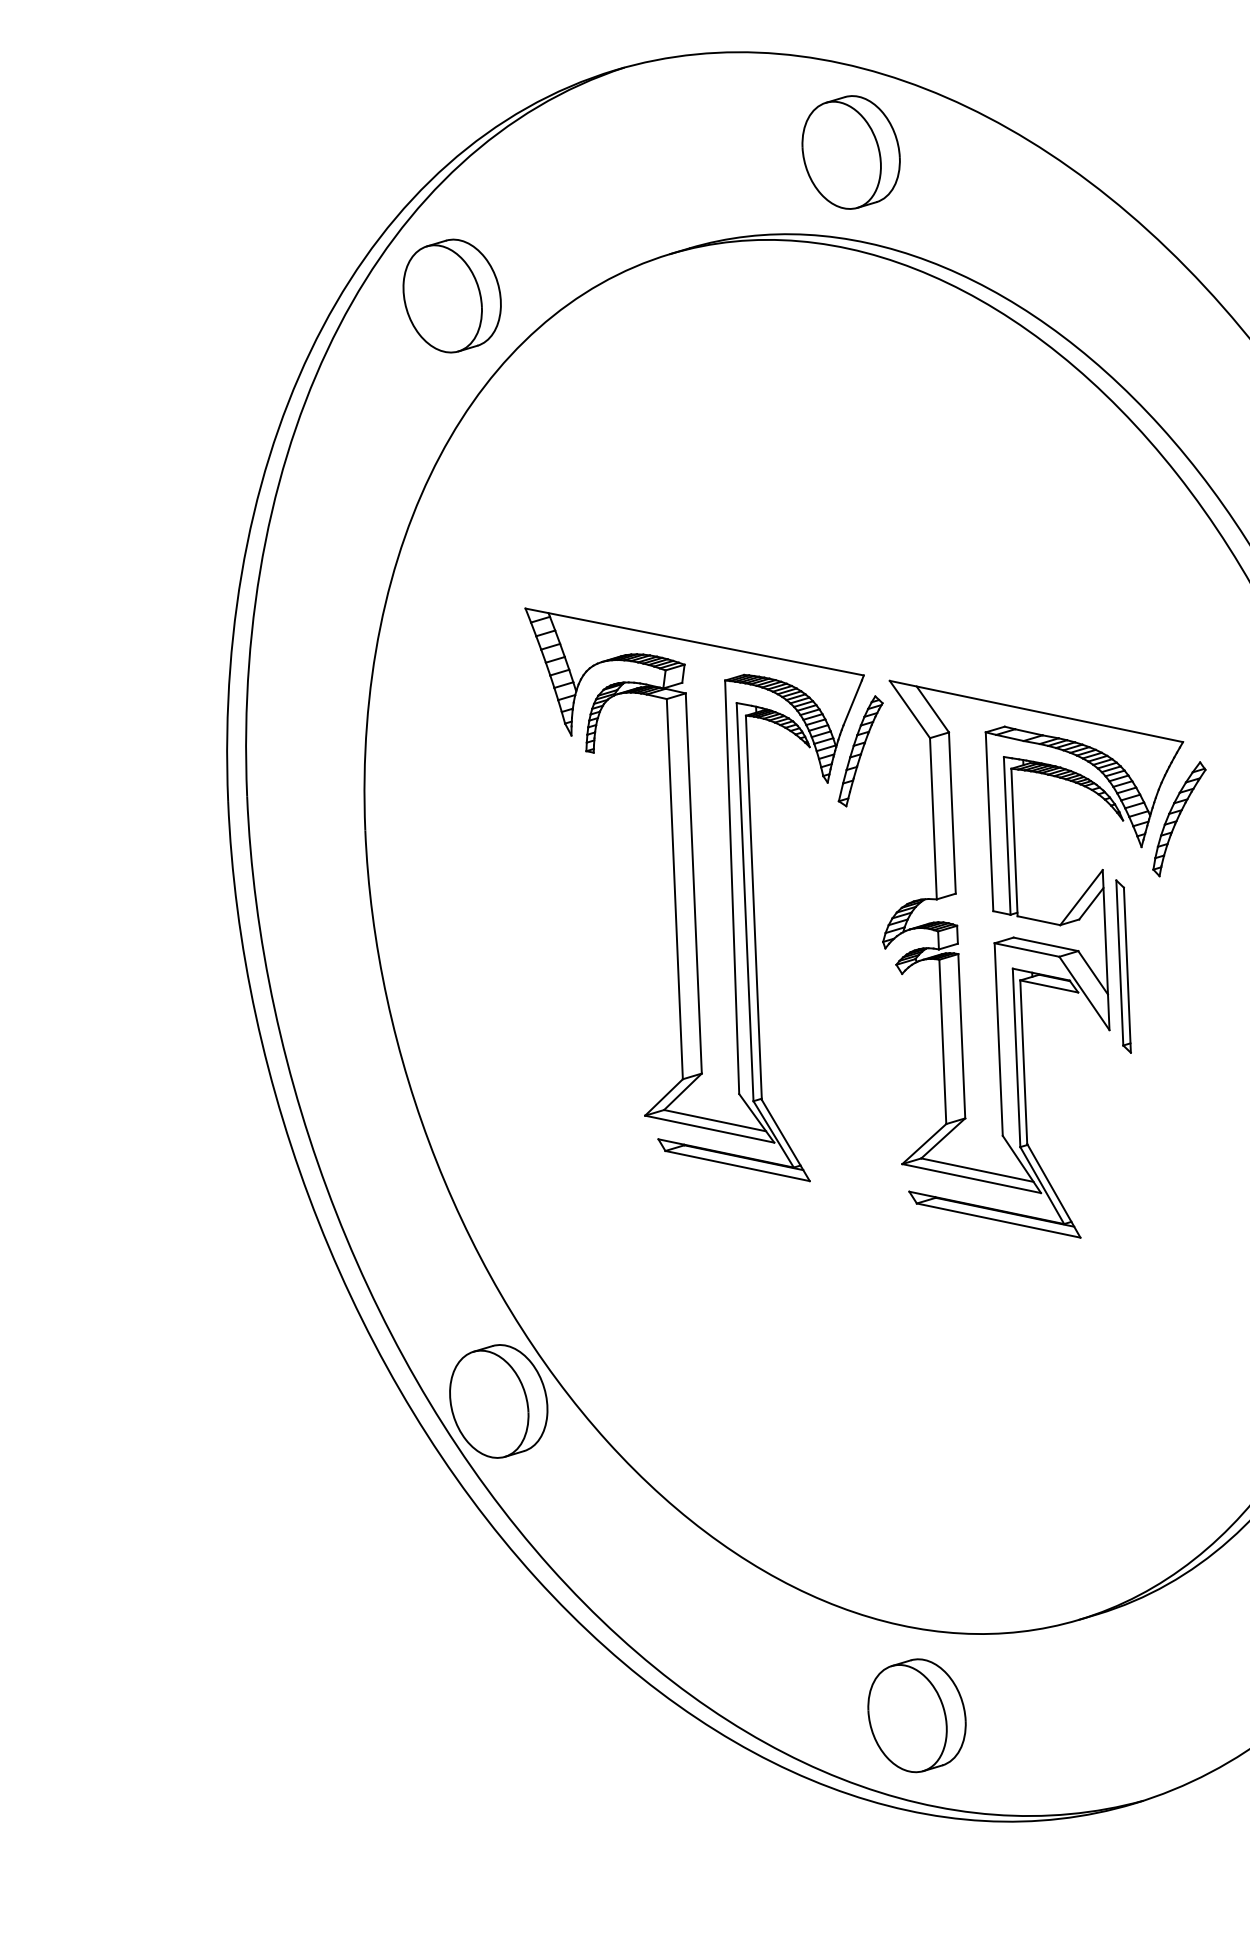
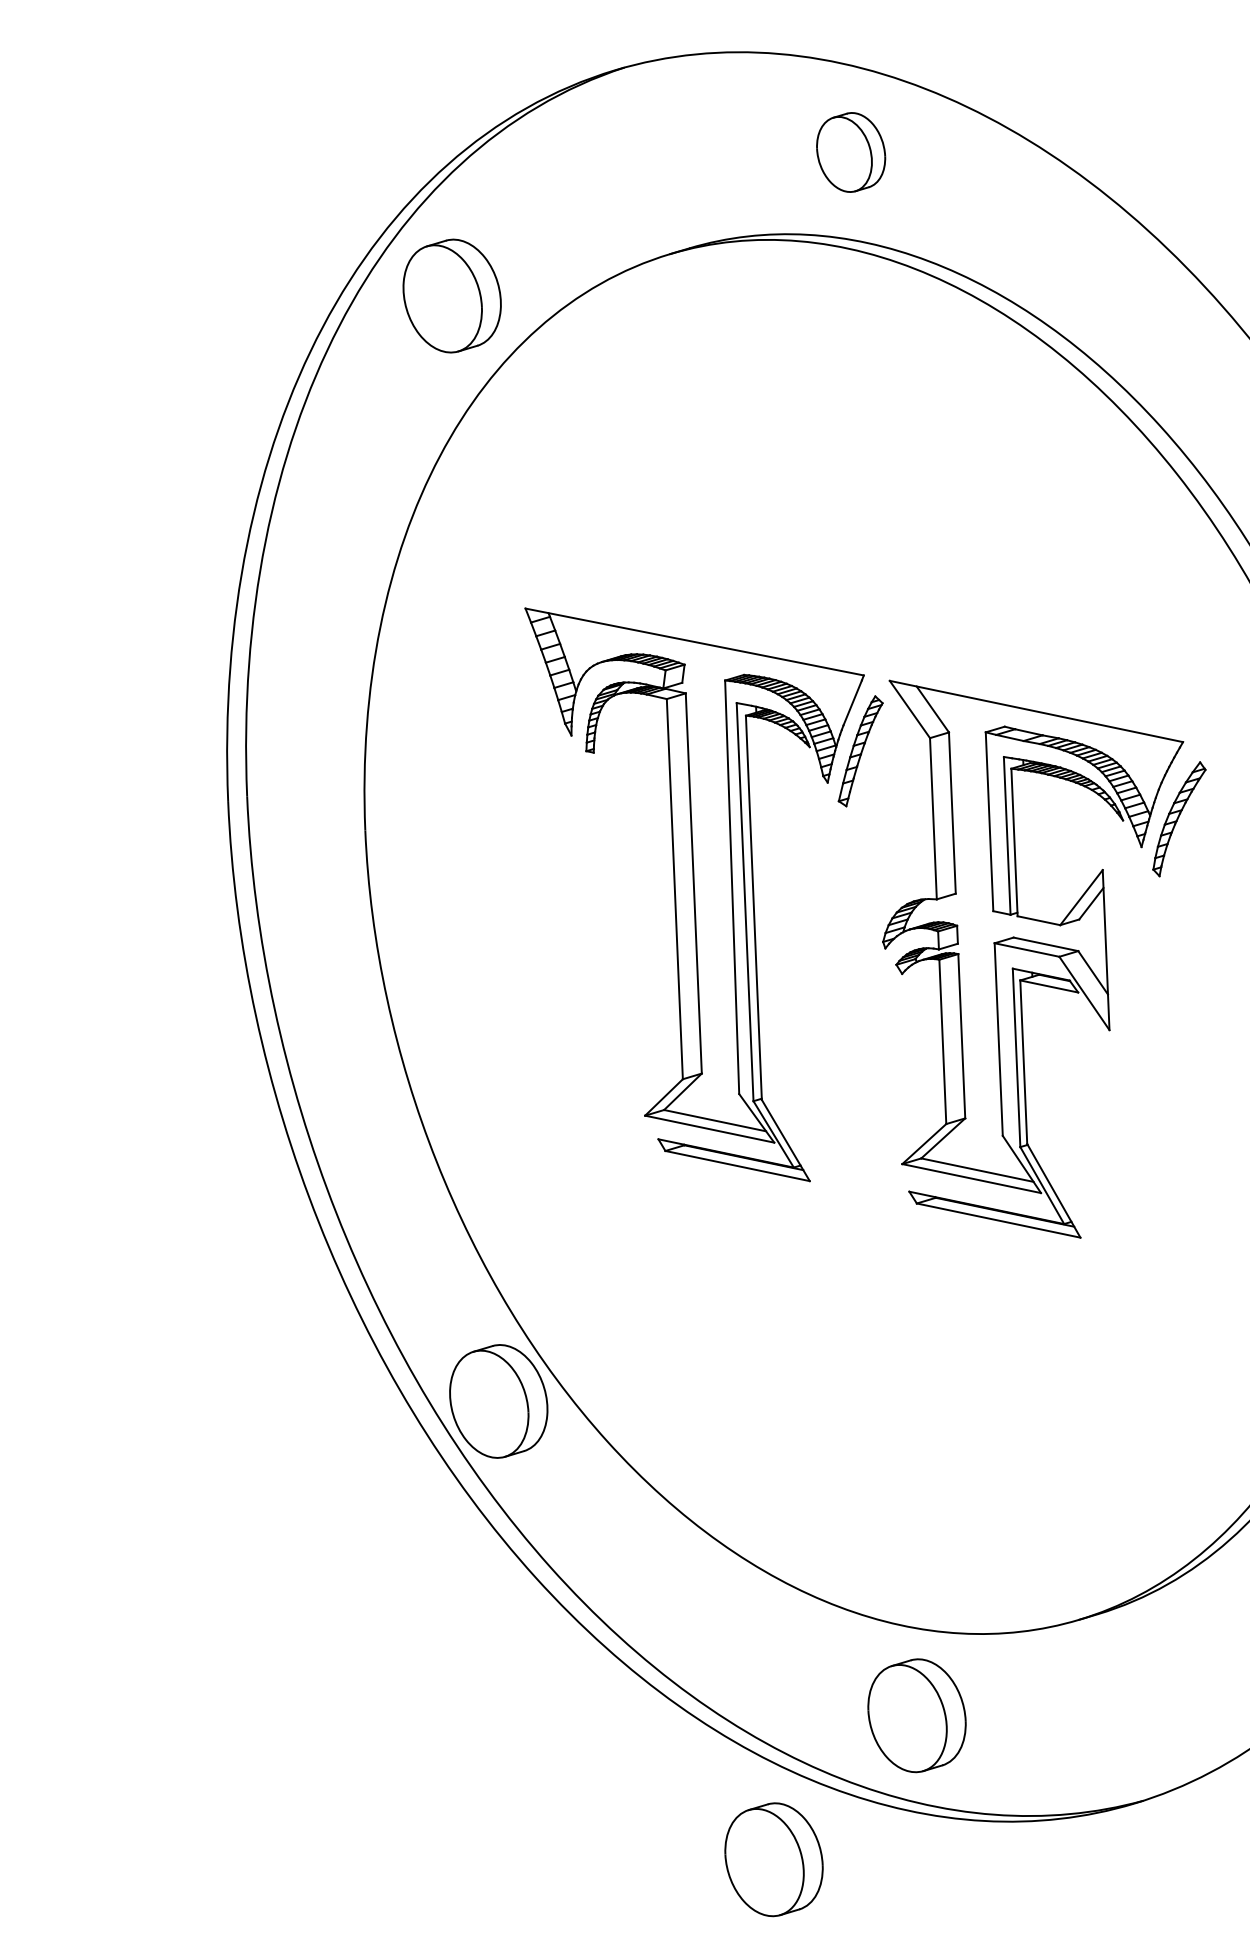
part at (850, 152) size: 100x115 px -> 71x81 px
part at (1123, 966): present -> none
part at (773, 1859): none -> present
